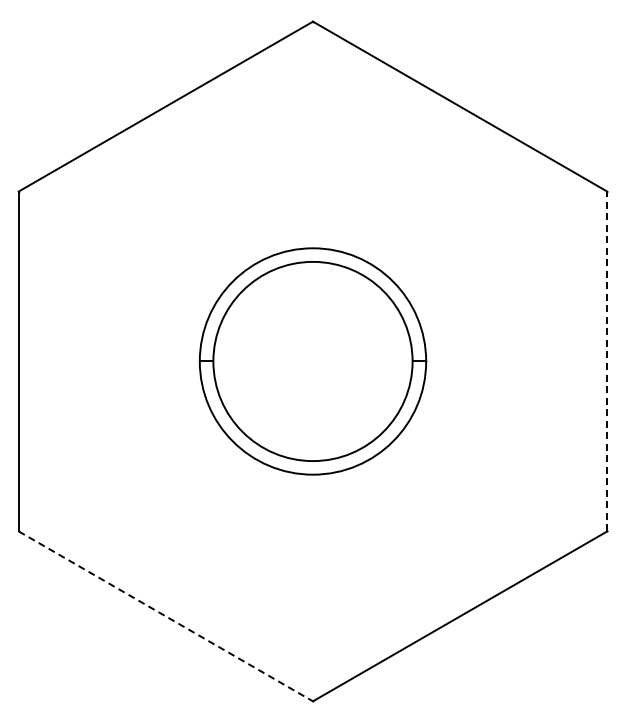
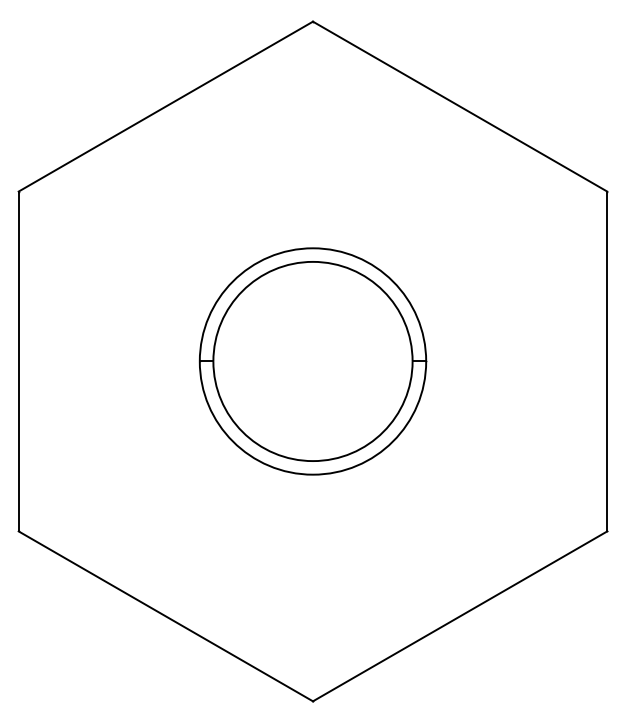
line at (607, 361): dashed -> solid
line at (165, 616): dashed -> solid
